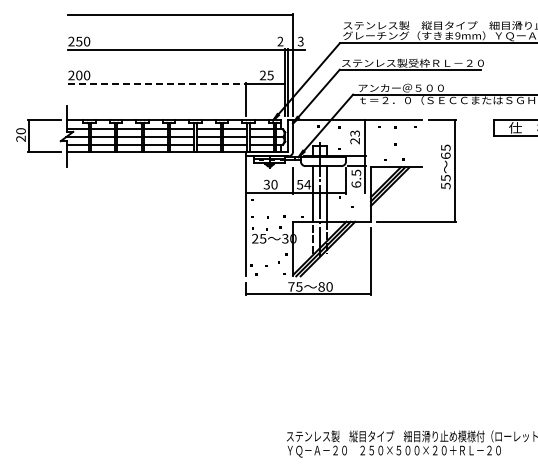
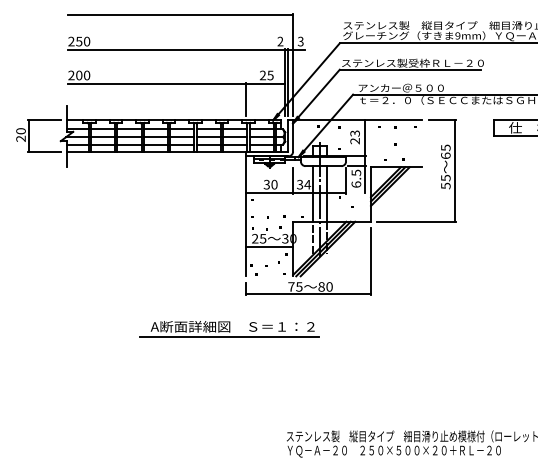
line at (157, 83): dashed -> solid
text at (300, 183): 54 -> 34
line at (269, 246): none -> present
part at (229, 329): none -> present
